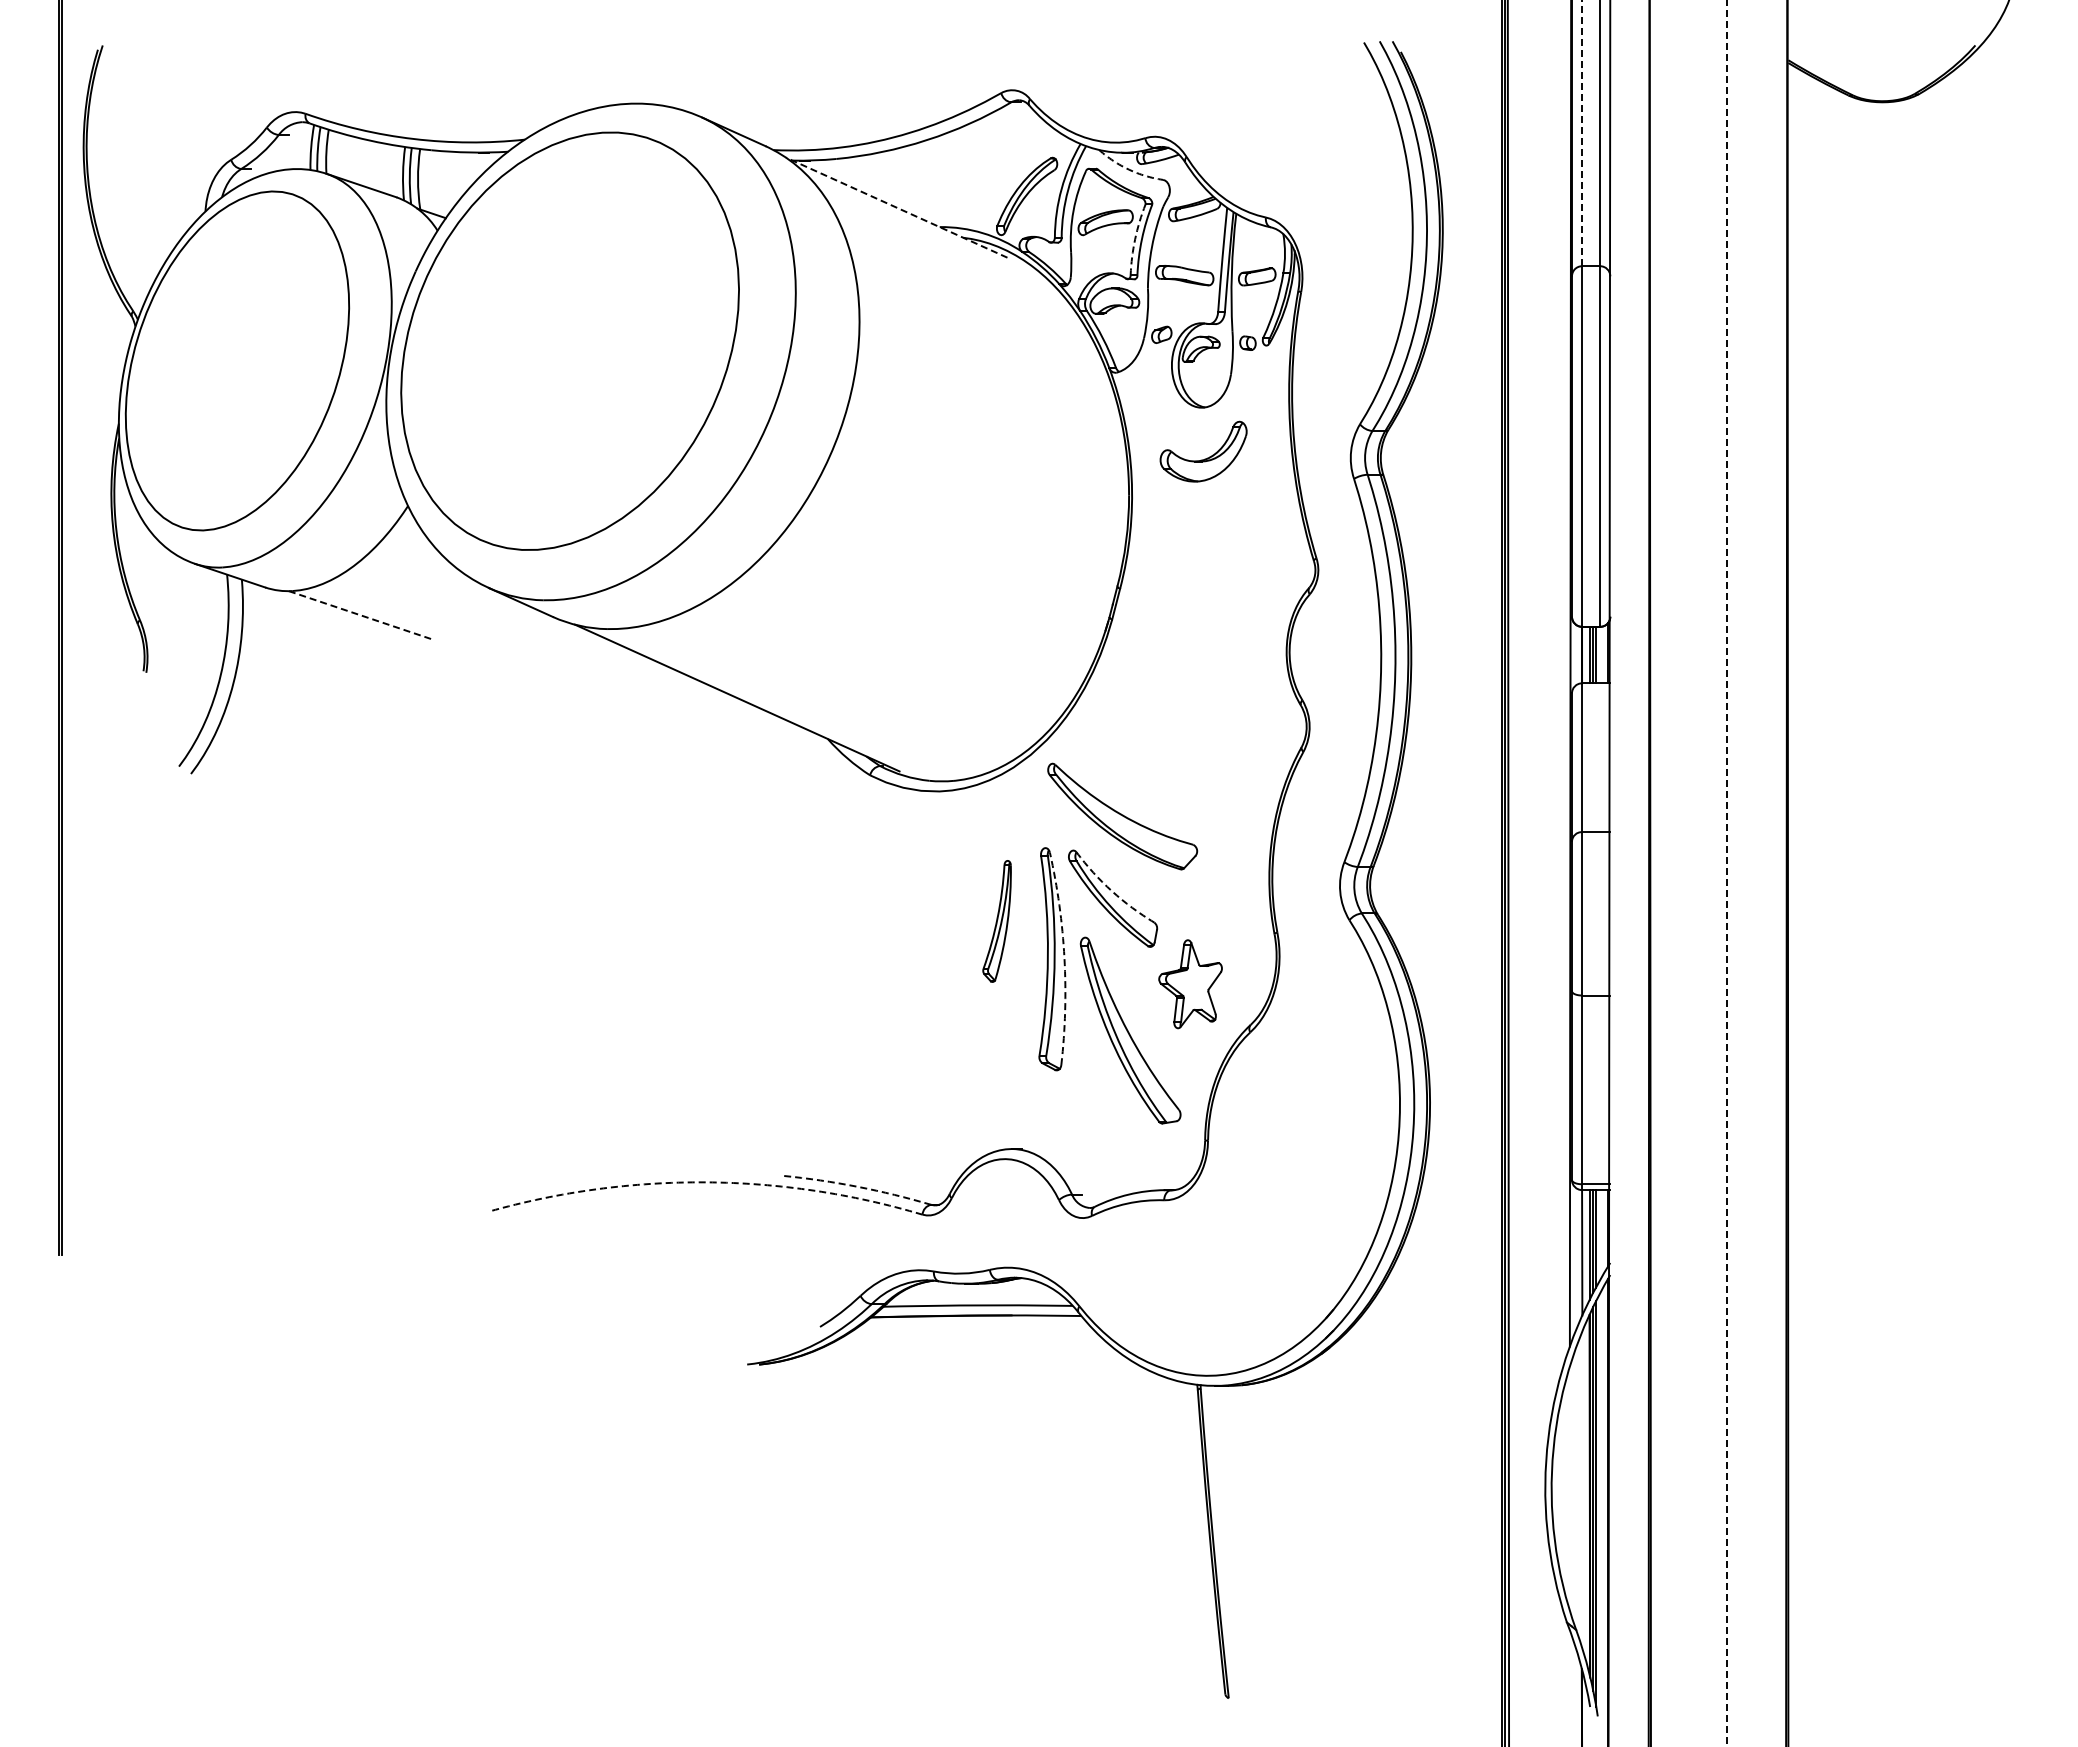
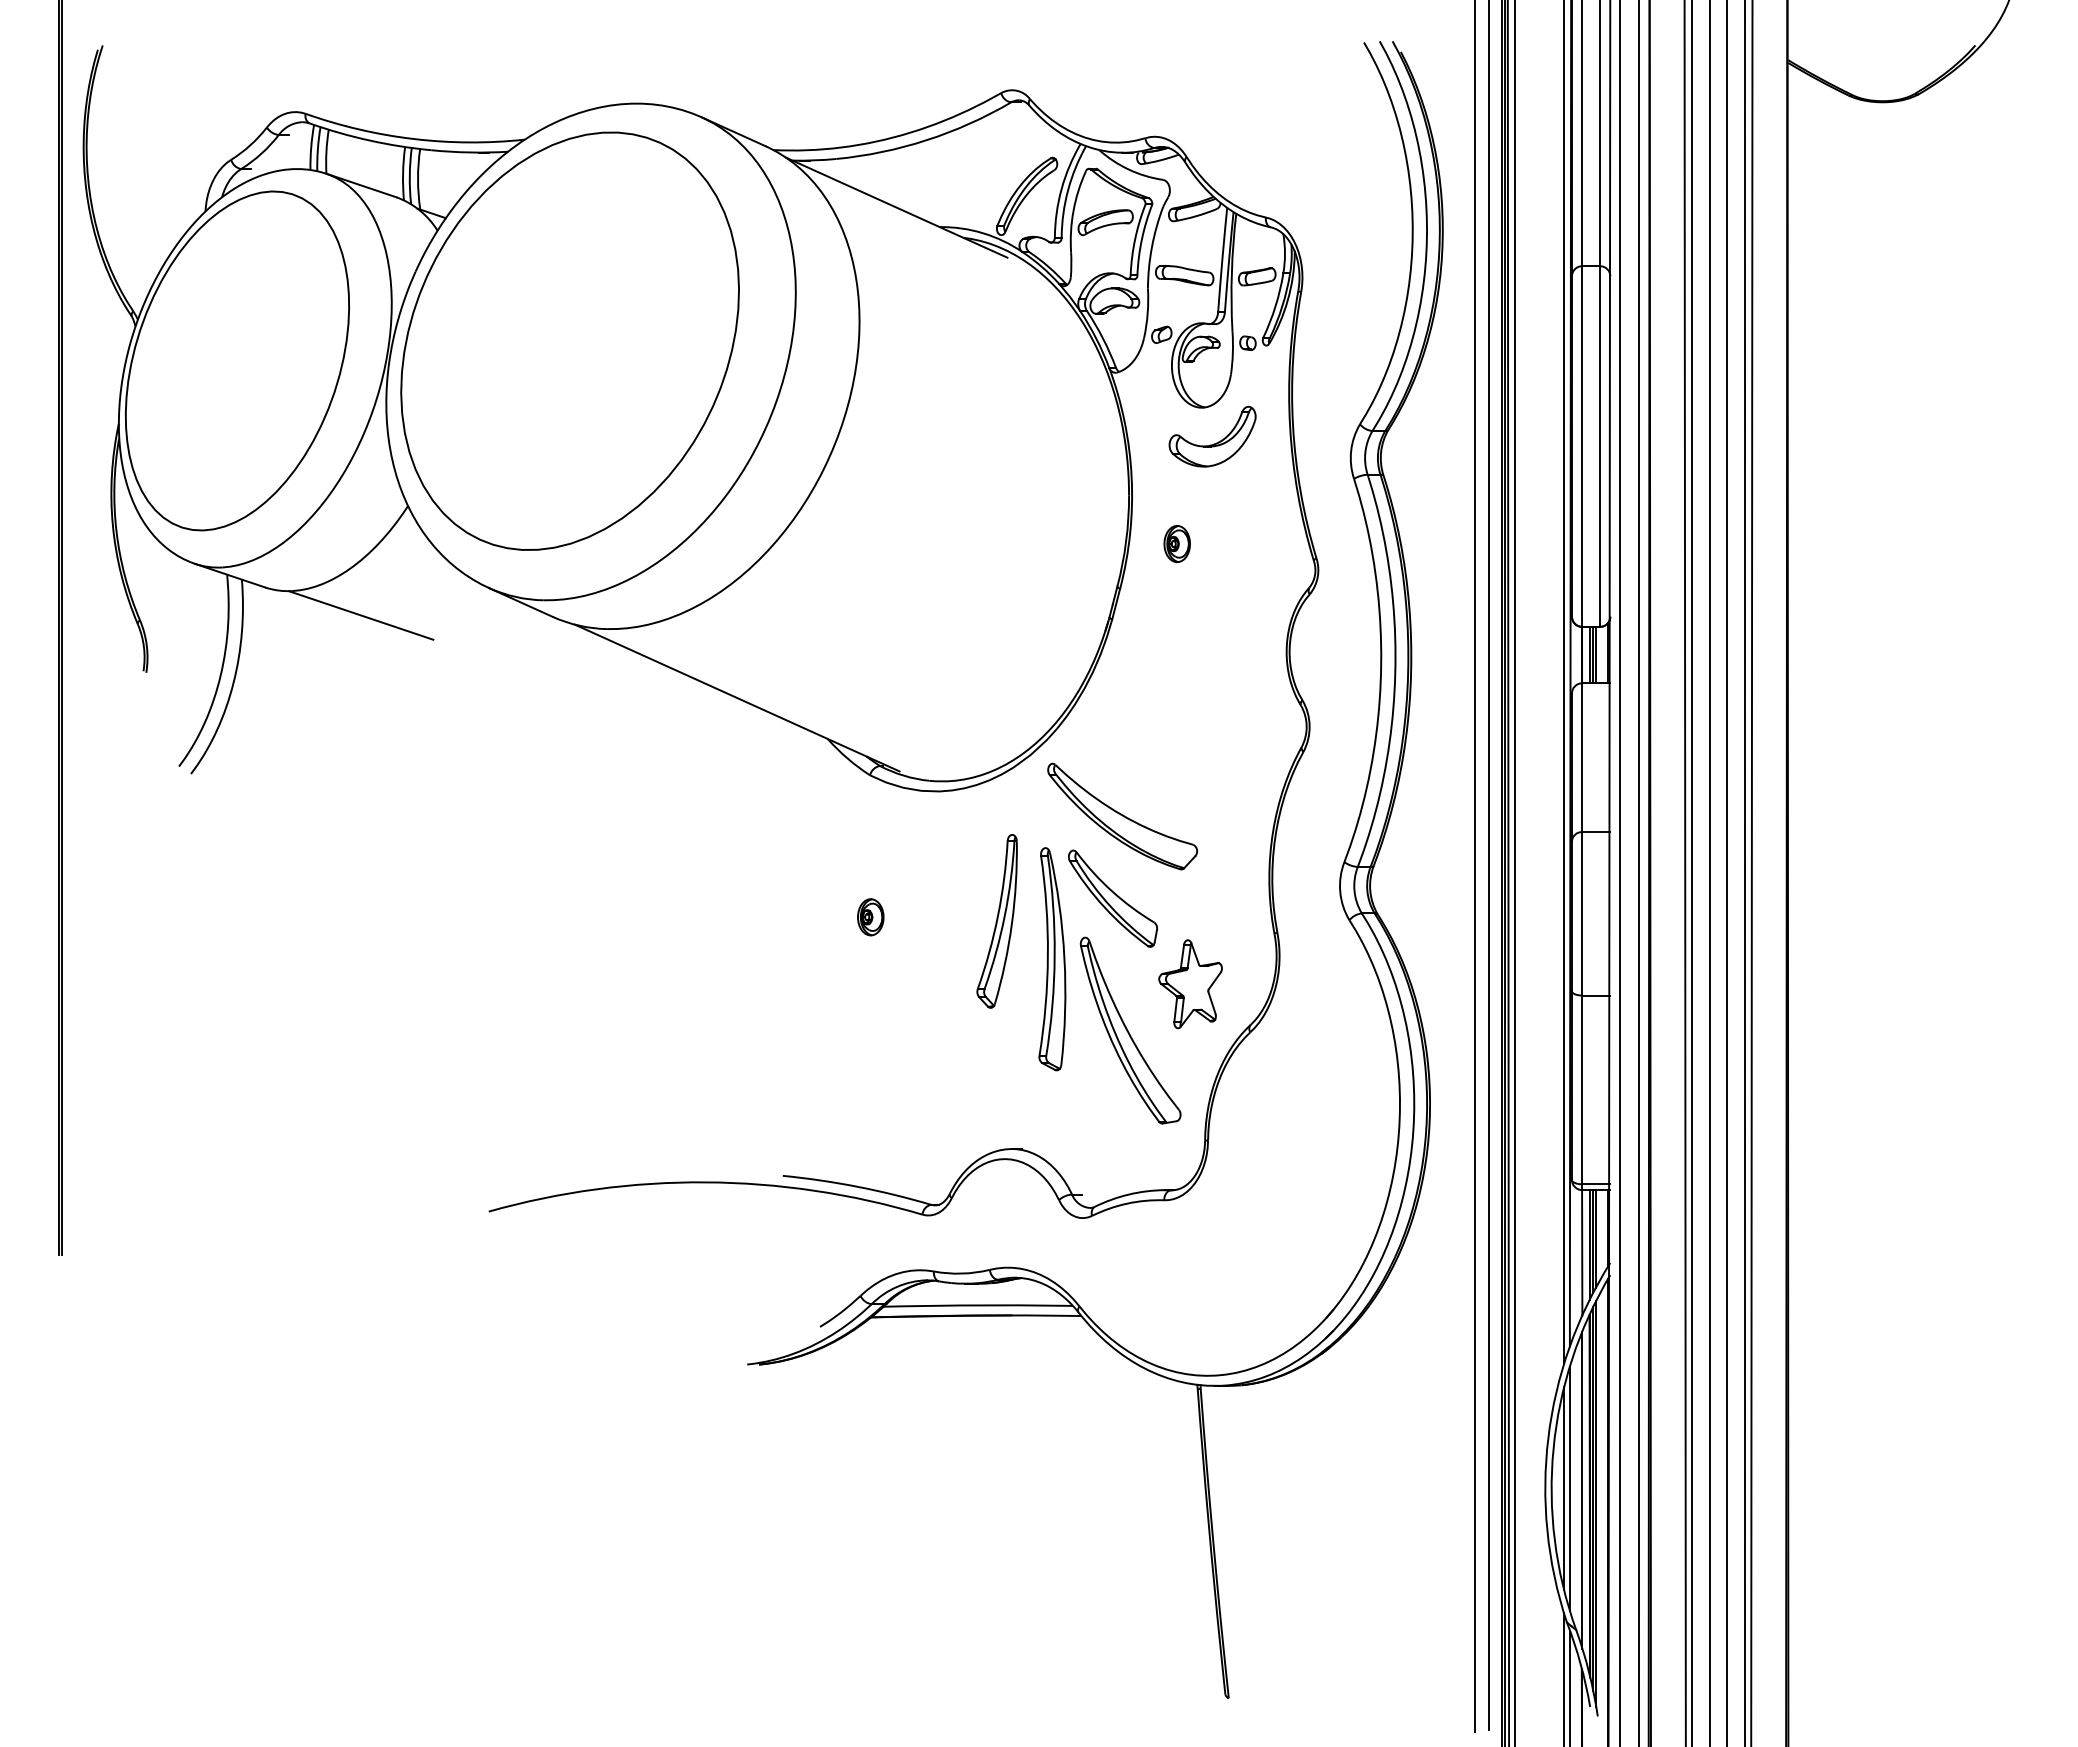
line at (1582, 133): dashed -> solid
arc at (1129, 169): dashed -> solid
line at (896, 207): dashed -> solid
arc at (1135, 239): dashed -> solid
part at (1204, 458) position: (1204, 458) -> (1213, 443)
part at (1176, 543): none -> present
line at (361, 615): dashed -> solid
line at (1564, 682): none -> present
line at (1489, 865): none -> present
line at (1474, 867): none -> present
line at (1514, 872): none -> present
line at (1620, 872): none -> present
line at (1638, 872): none -> present
line at (1684, 872): none -> present
line at (1691, 872): none -> present
line at (1710, 872): none -> present
line at (1745, 872): none -> present
line at (1751, 872): none -> present
line at (1726, 874): dashed -> solid
arc at (1111, 891): dashed -> solid
part at (870, 917): none -> present
part at (996, 921) size: 30x123 px -> 42x175 px
arc at (1064, 958): dashed -> solid
arc at (705, 1182): dashed -> solid
arc at (857, 1186): dashed -> solid
line at (1564, 1488): none -> present
line at (1569, 1488): none -> present
line at (1582, 1490): none -> present
line at (1564, 1678): none -> present
line at (1569, 1686): none -> present
